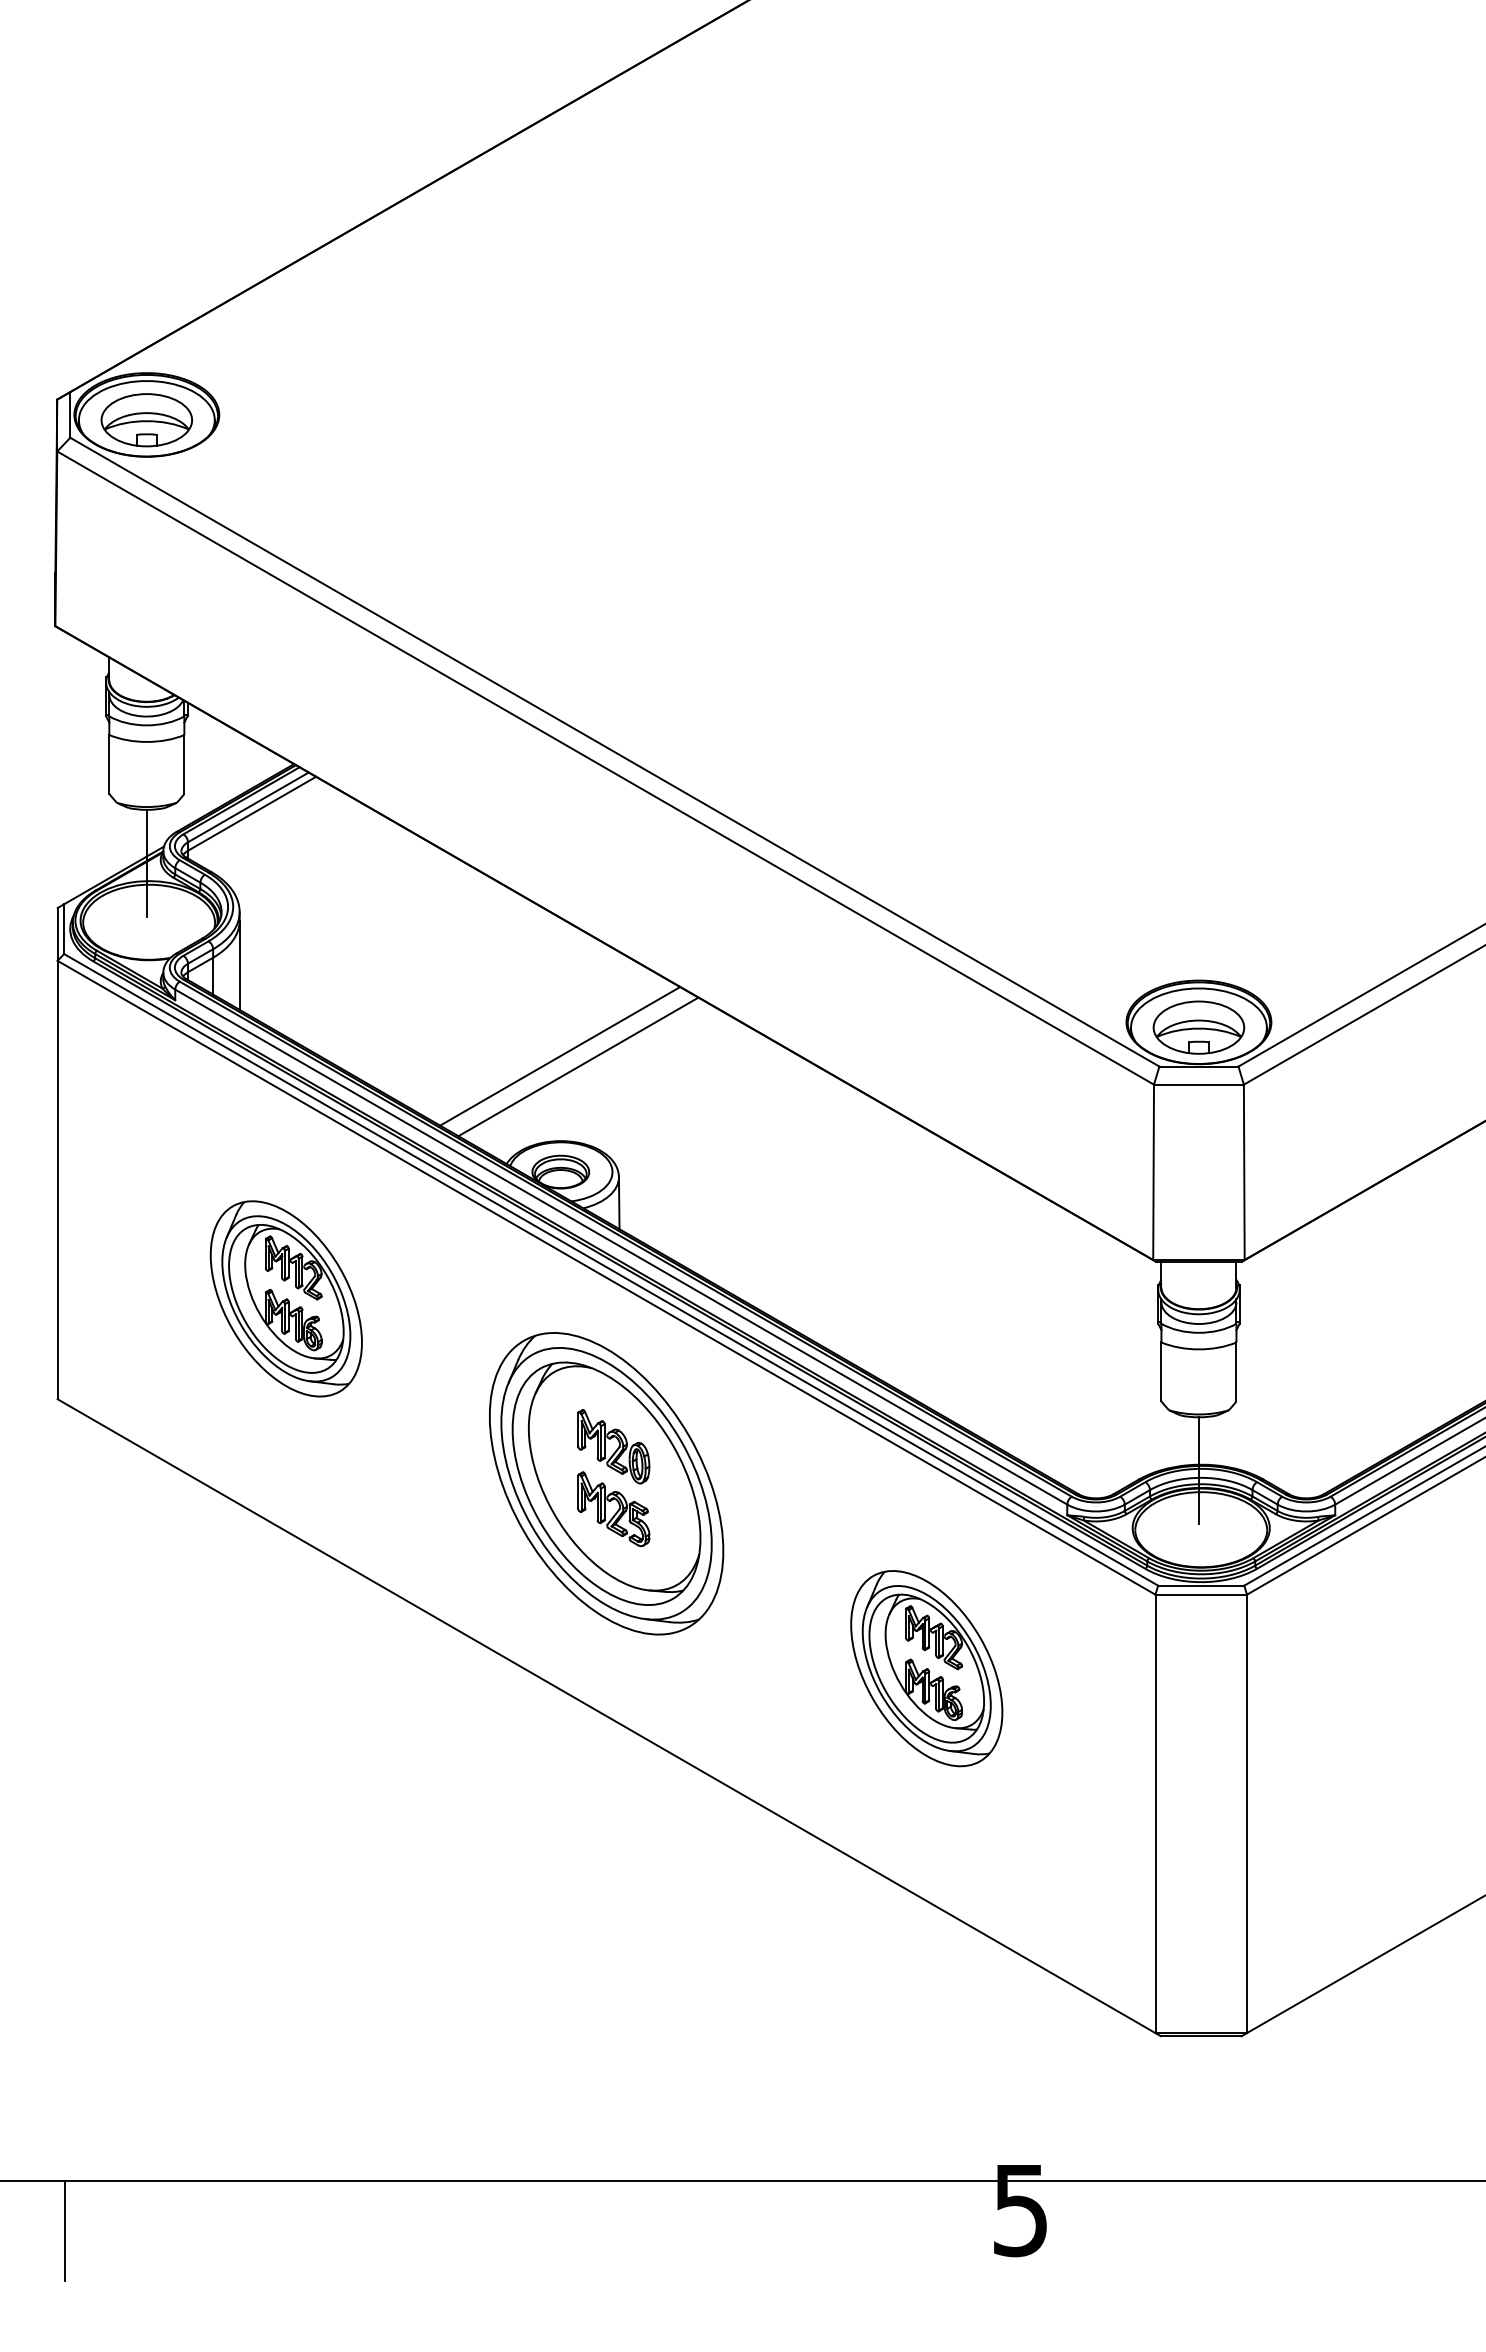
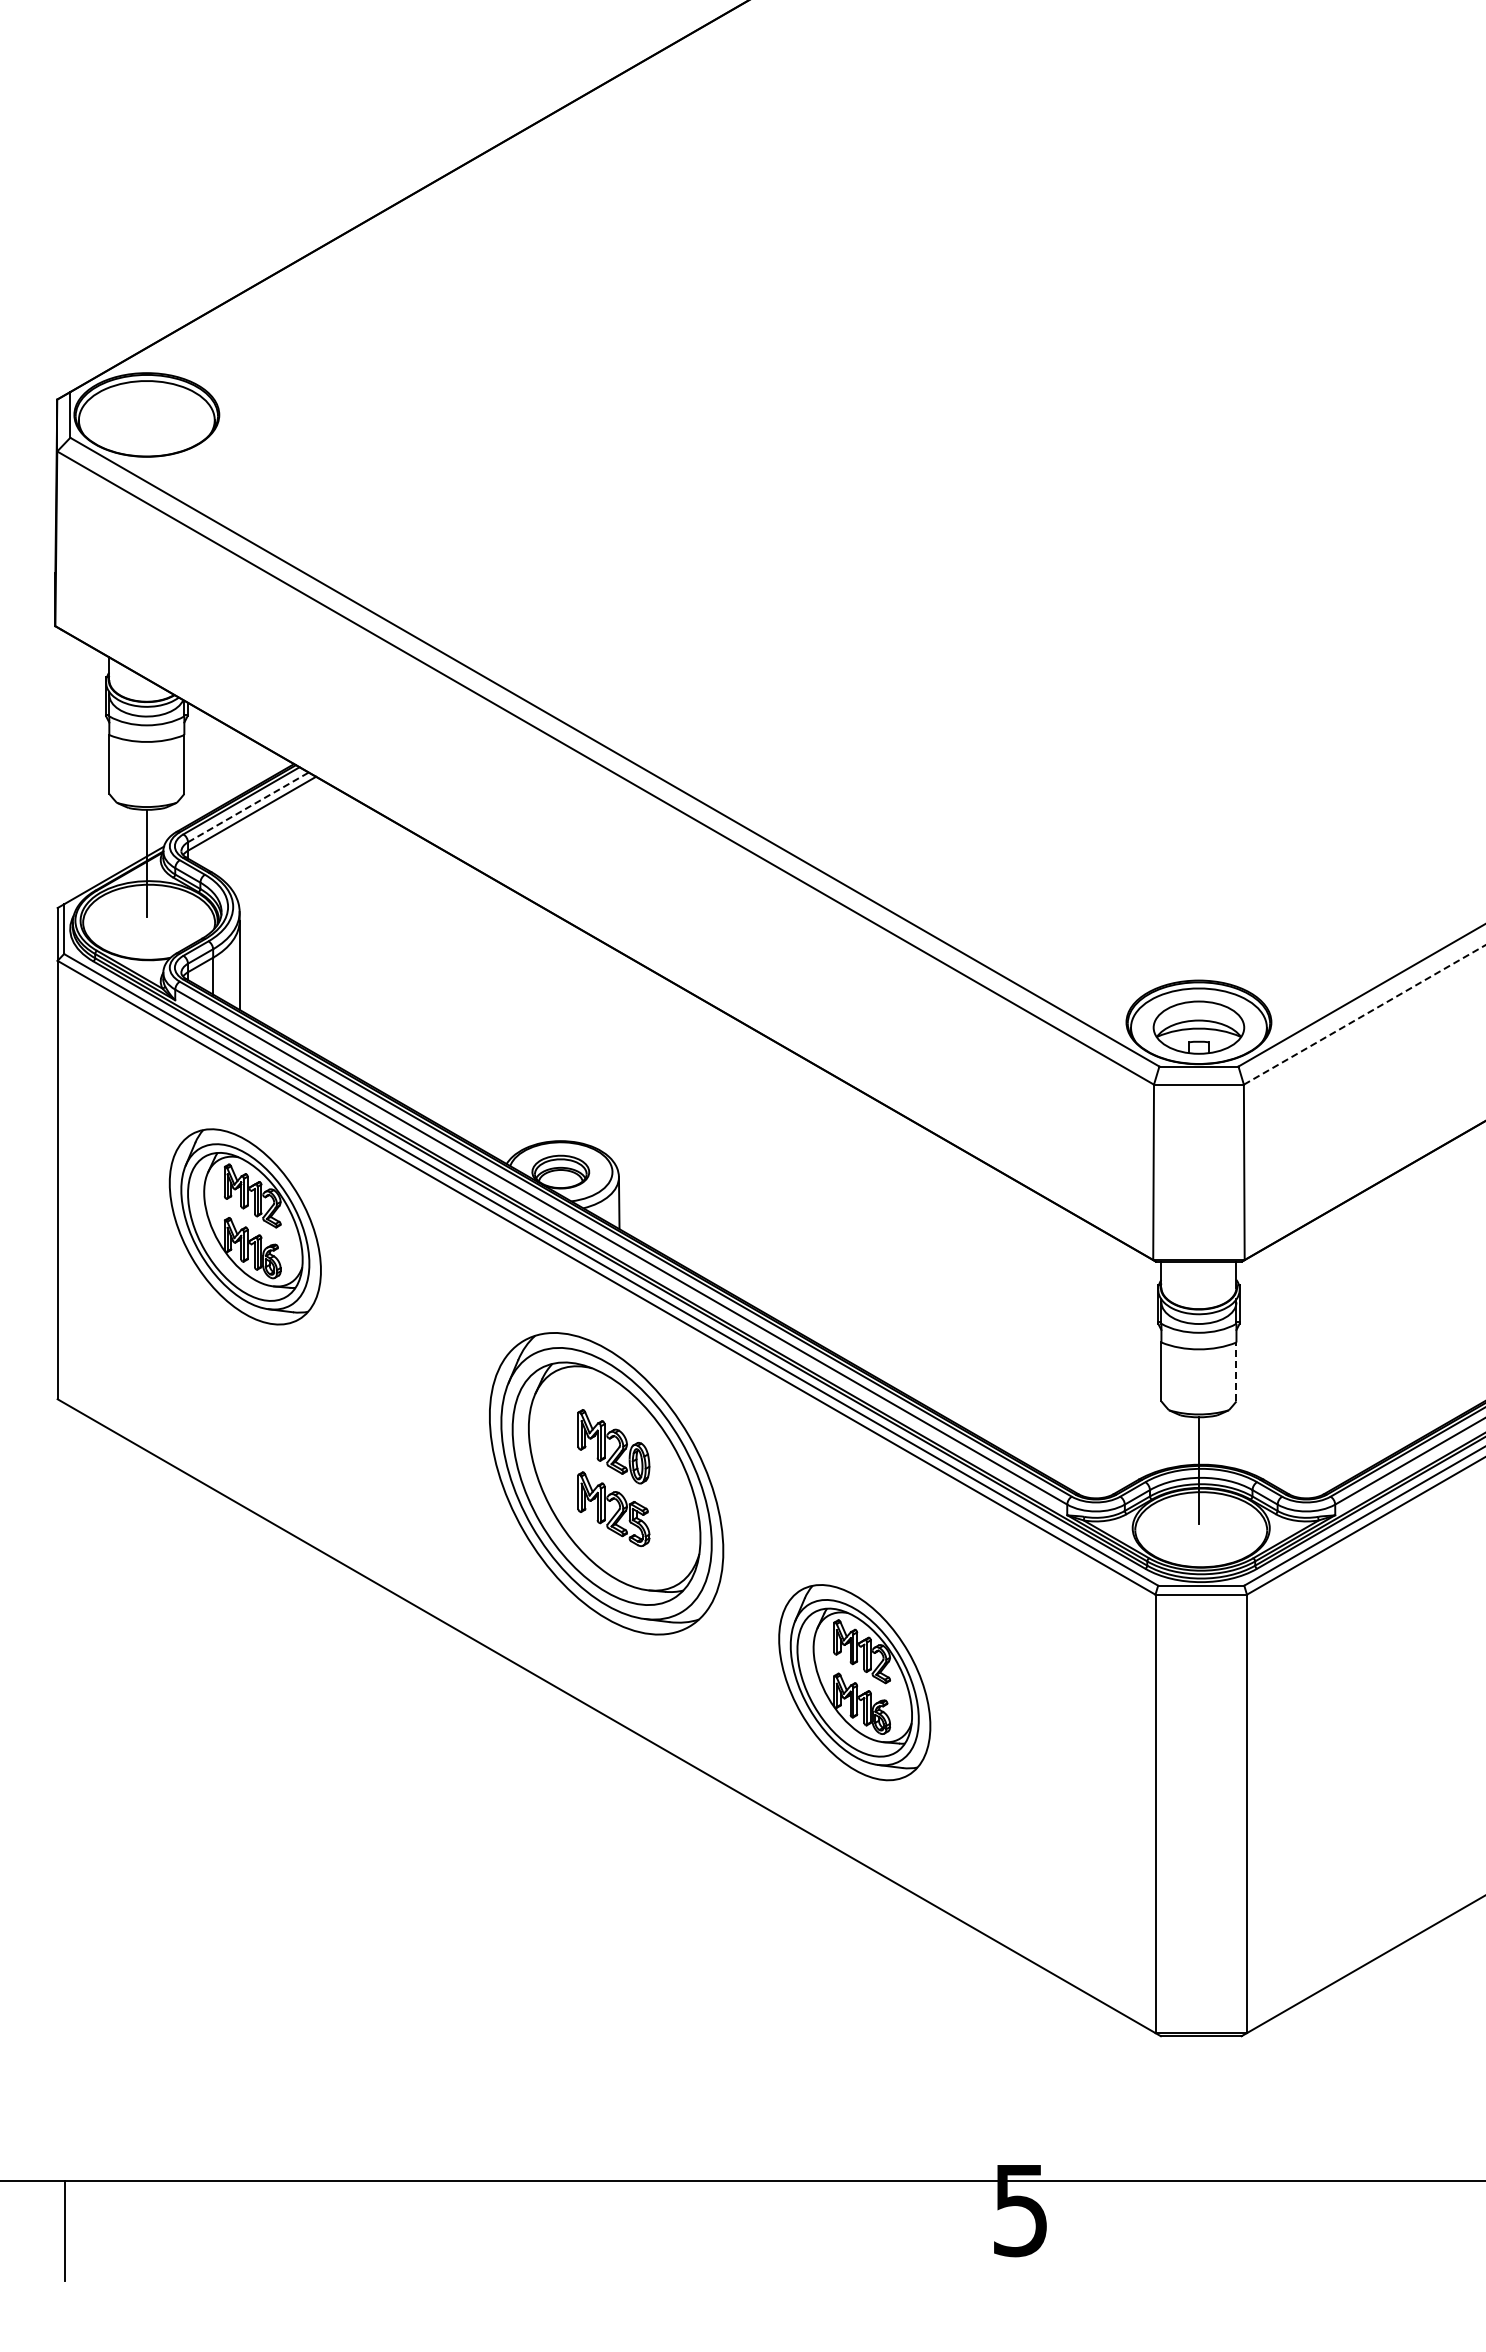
part at (146, 420): present -> none
line at (248, 807): solid -> dashed
line at (1365, 1014): solid -> dashed
line at (560, 1056): present -> none
line at (578, 1066): present -> none
part at (285, 1298) position: (285, 1298) -> (244, 1226)
line at (1236, 1371): solid -> dashed
part at (926, 1668) position: (926, 1668) -> (854, 1682)
